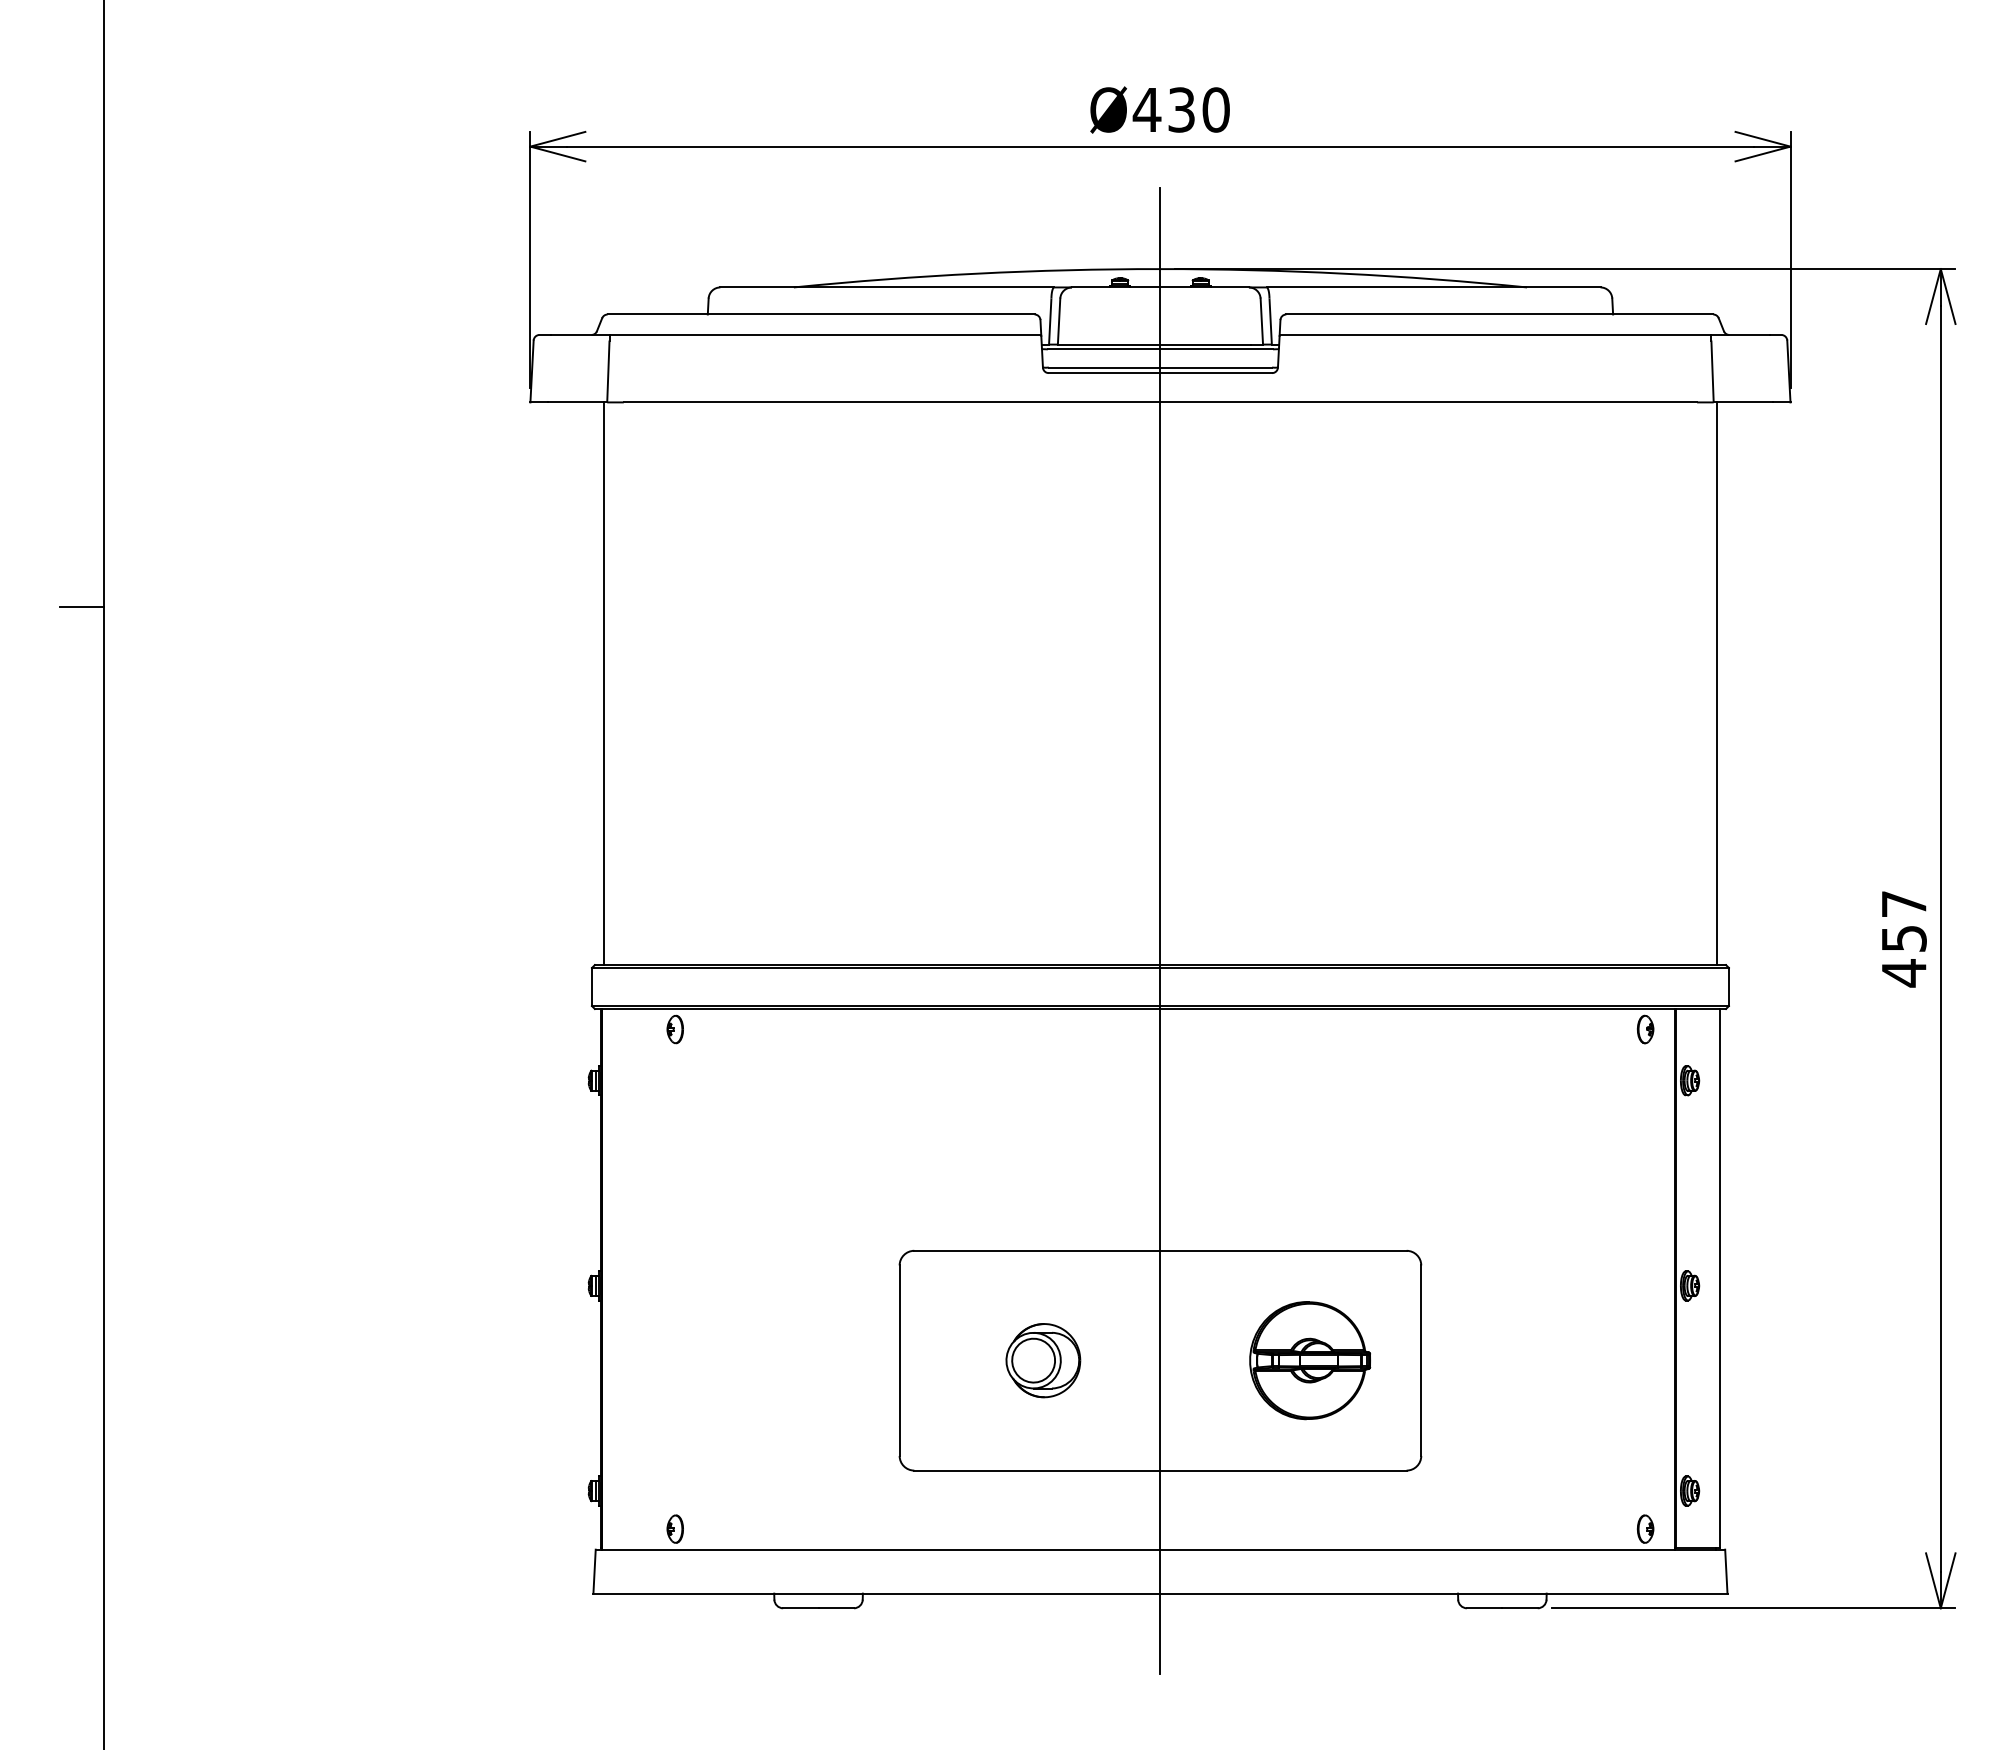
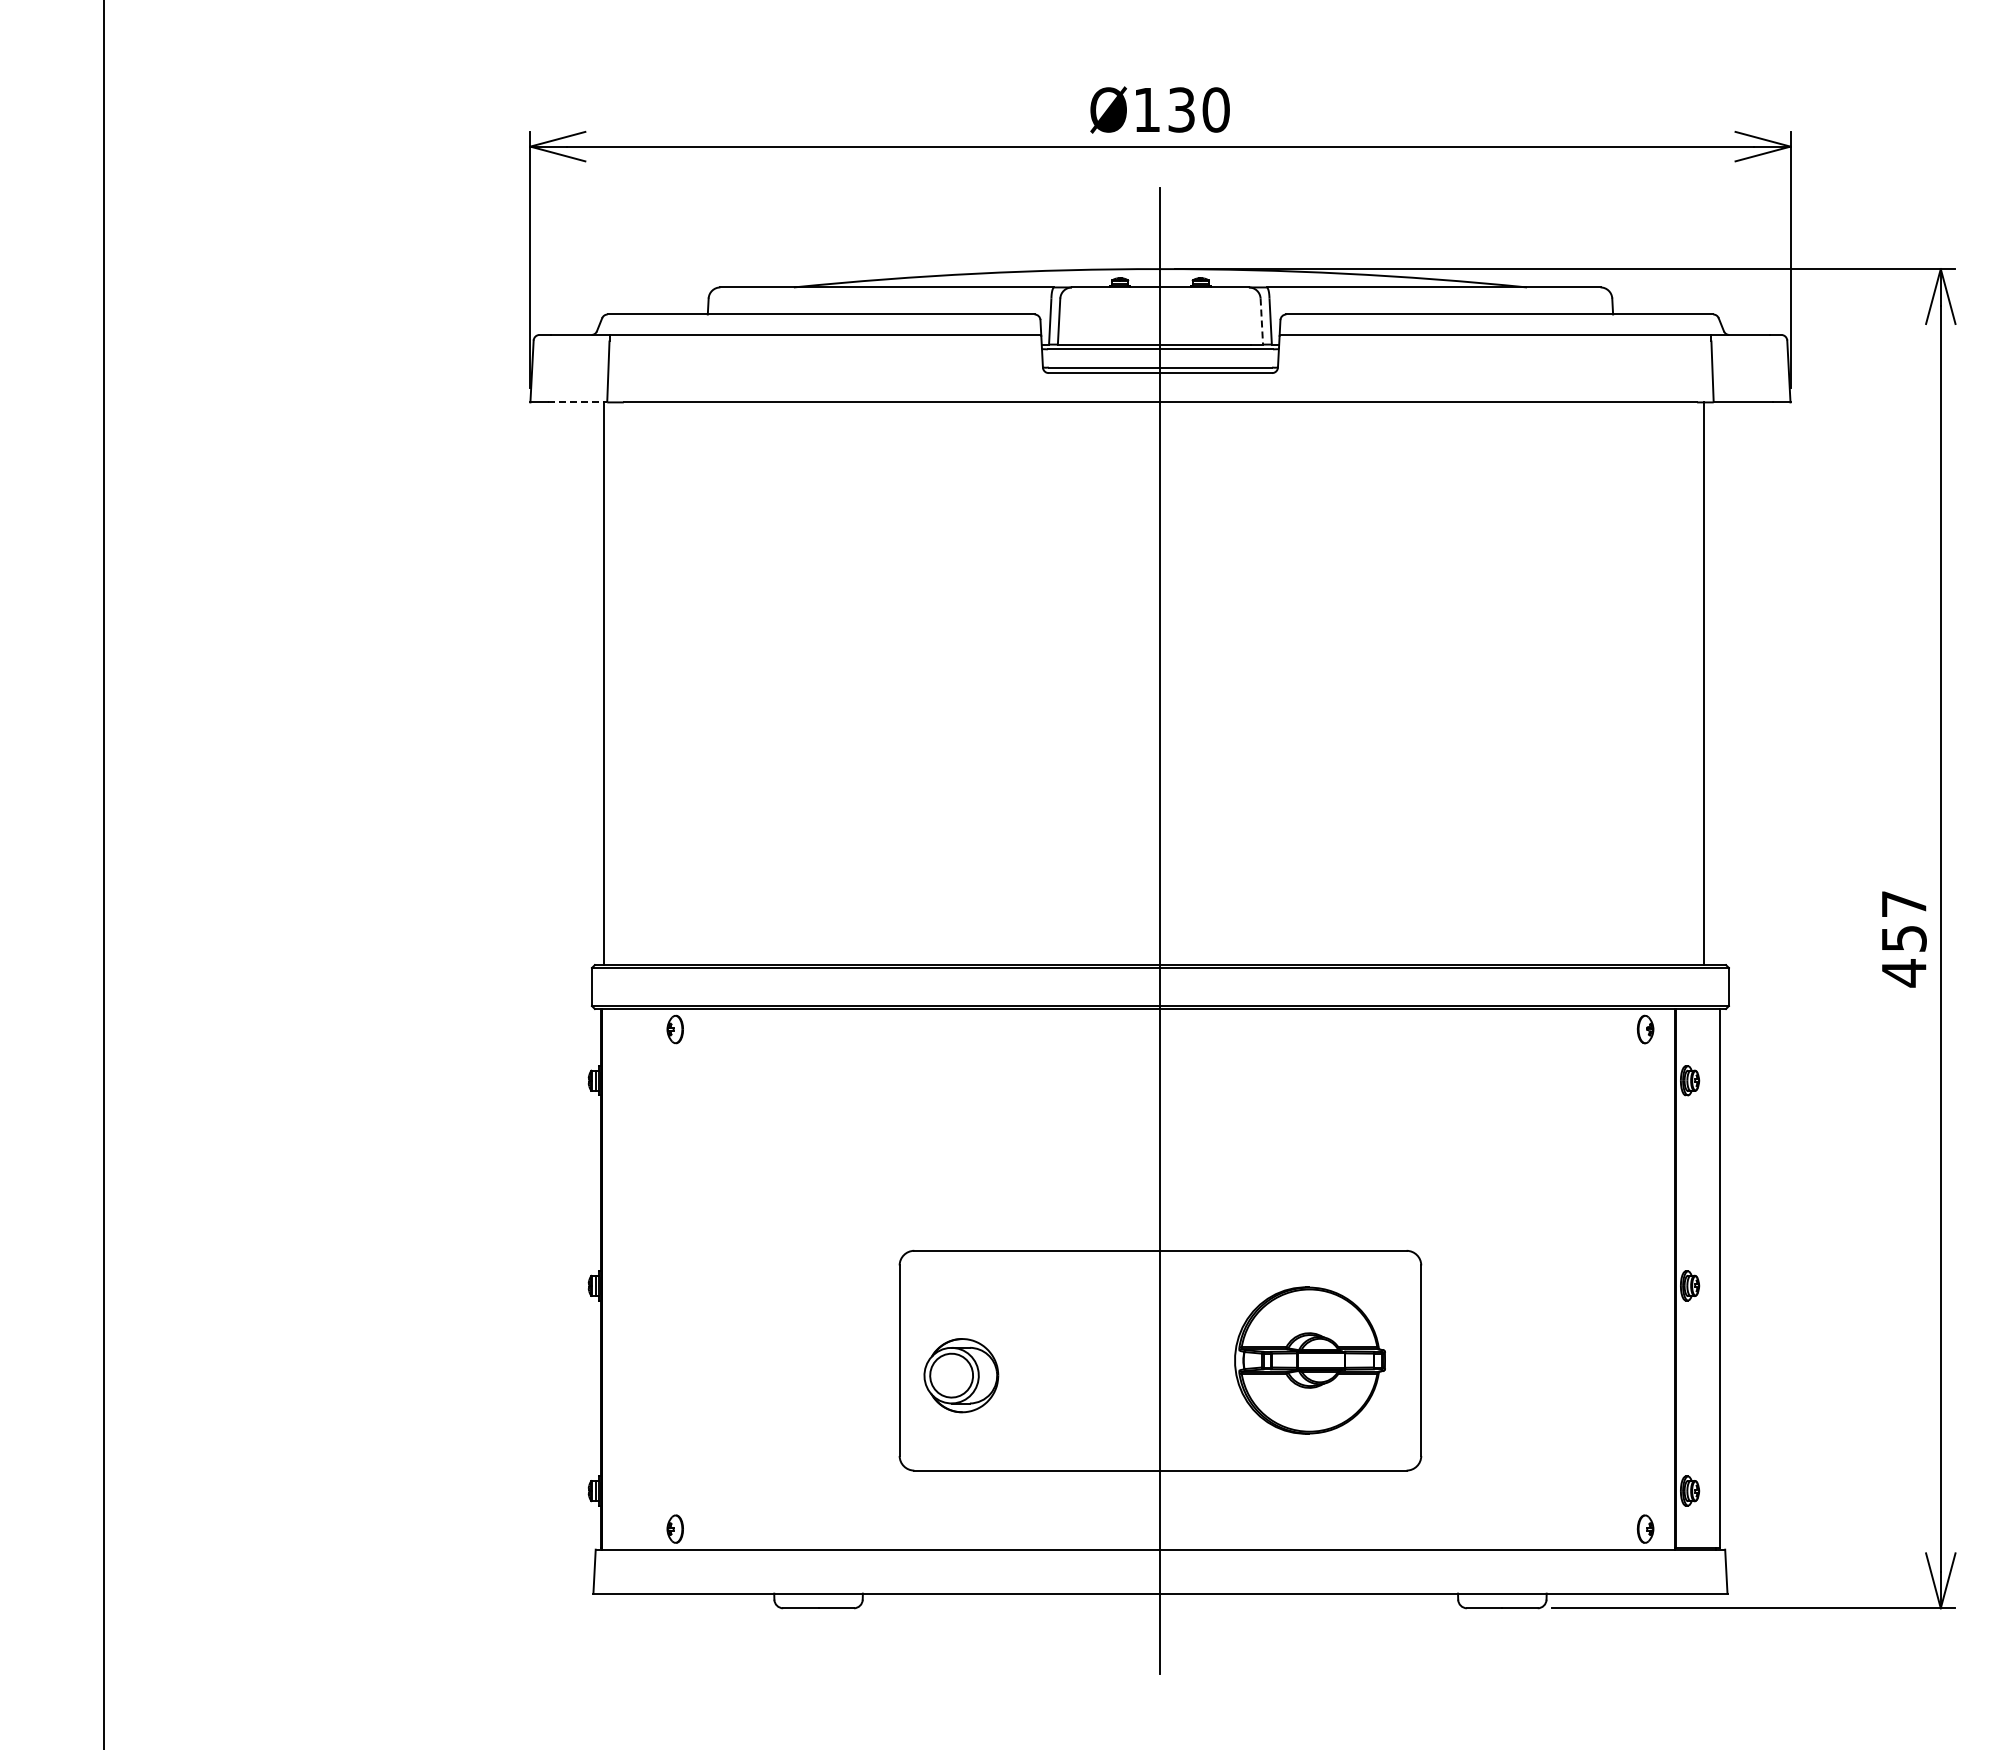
text at (1146, 109): 430 -> 130
line at (1261, 322): solid -> dashed
line at (577, 402): solid -> dashed
line at (82, 607): present -> none
line at (1717, 683) position: (1717, 683) -> (1704, 683)
part at (1043, 1360) position: (1043, 1360) -> (961, 1375)
part at (1310, 1360) size: 123x120 px -> 152x149 px
